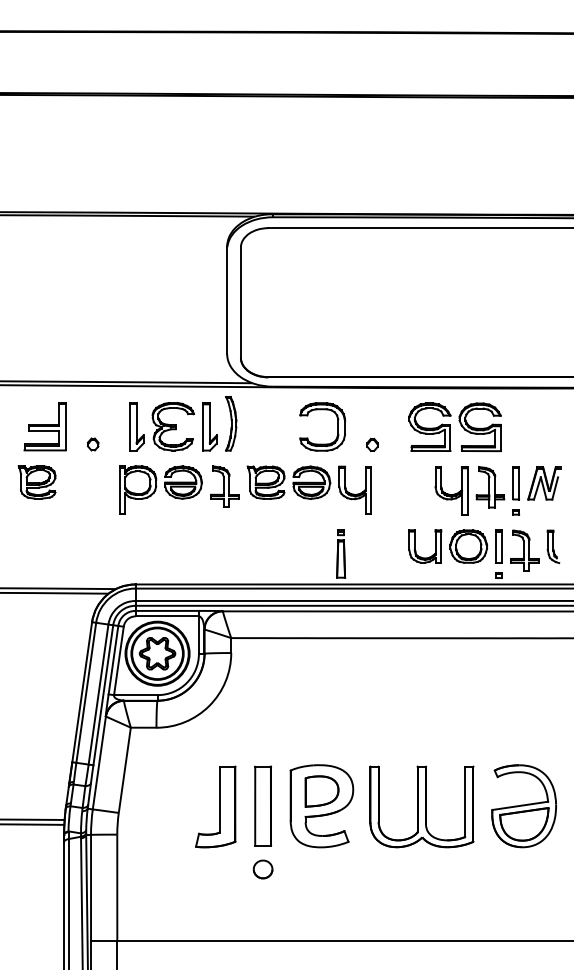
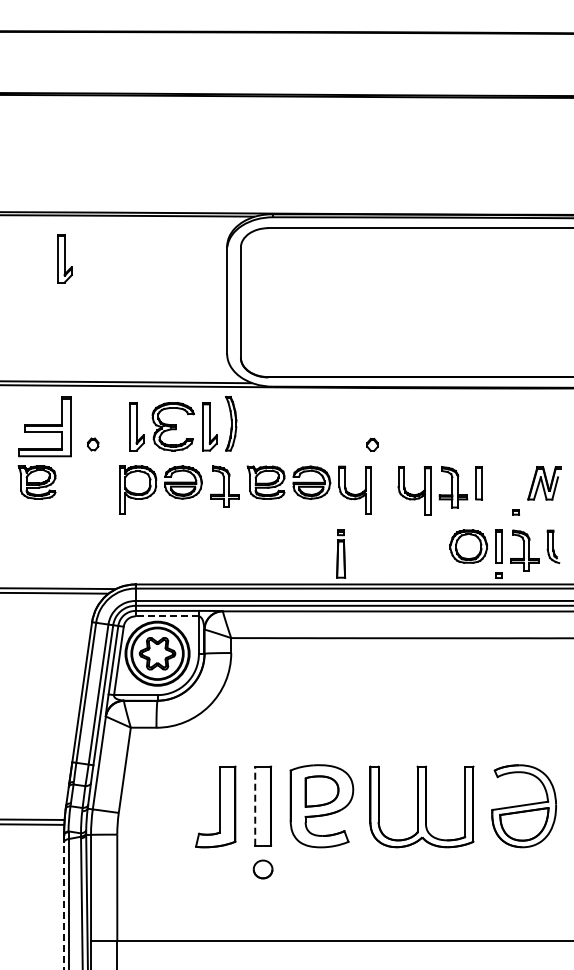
part at (64, 258): none -> present
part at (44, 426) size: 44x50 px -> 54x62 px
part at (337, 426): present -> none
part at (454, 427): present -> none
part at (476, 490) position: (476, 490) -> (439, 490)
part at (416, 550): present -> none
line at (167, 616): solid -> dashed
line at (255, 805): solid -> dashed
line at (64, 902): solid -> dashed
